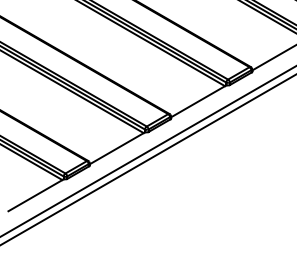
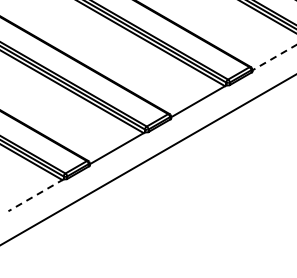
line at (274, 57): solid -> dashed
line at (147, 151): present -> none
line at (35, 195): solid -> dashed
